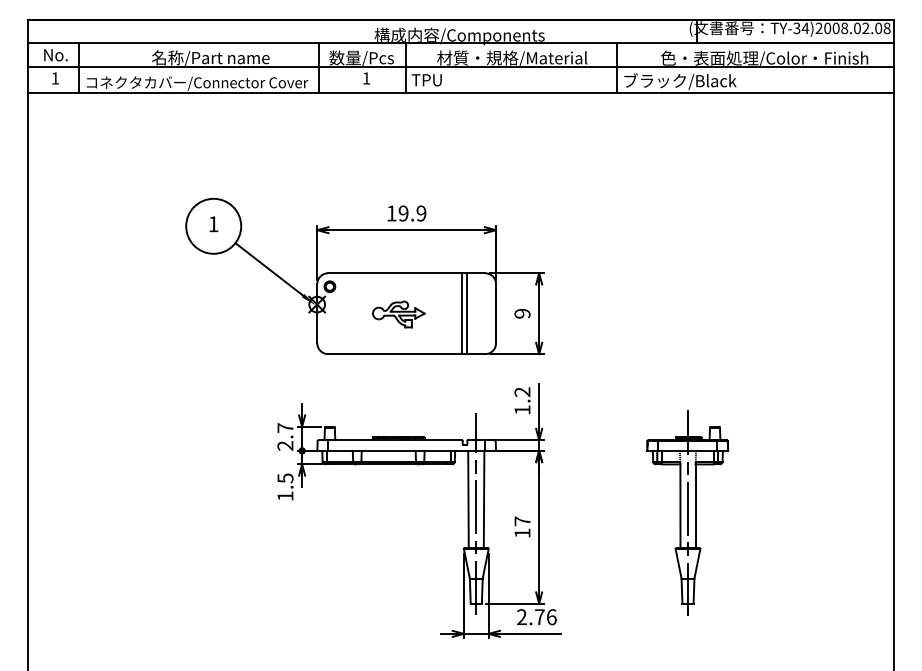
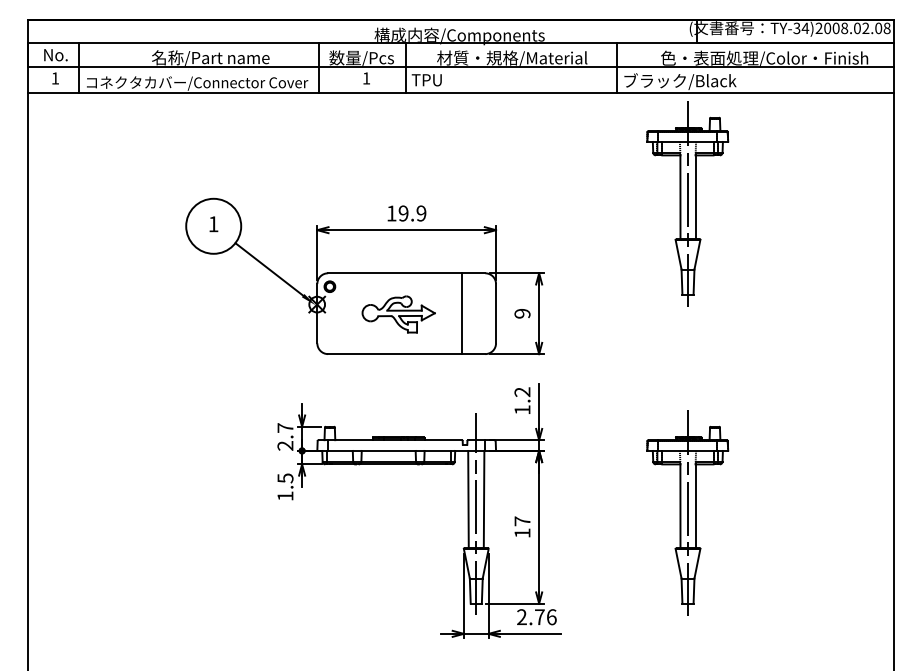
part at (687, 203): none -> present
line at (467, 313): present -> none
part at (398, 314) size: 54x29 px -> 75x39 px
